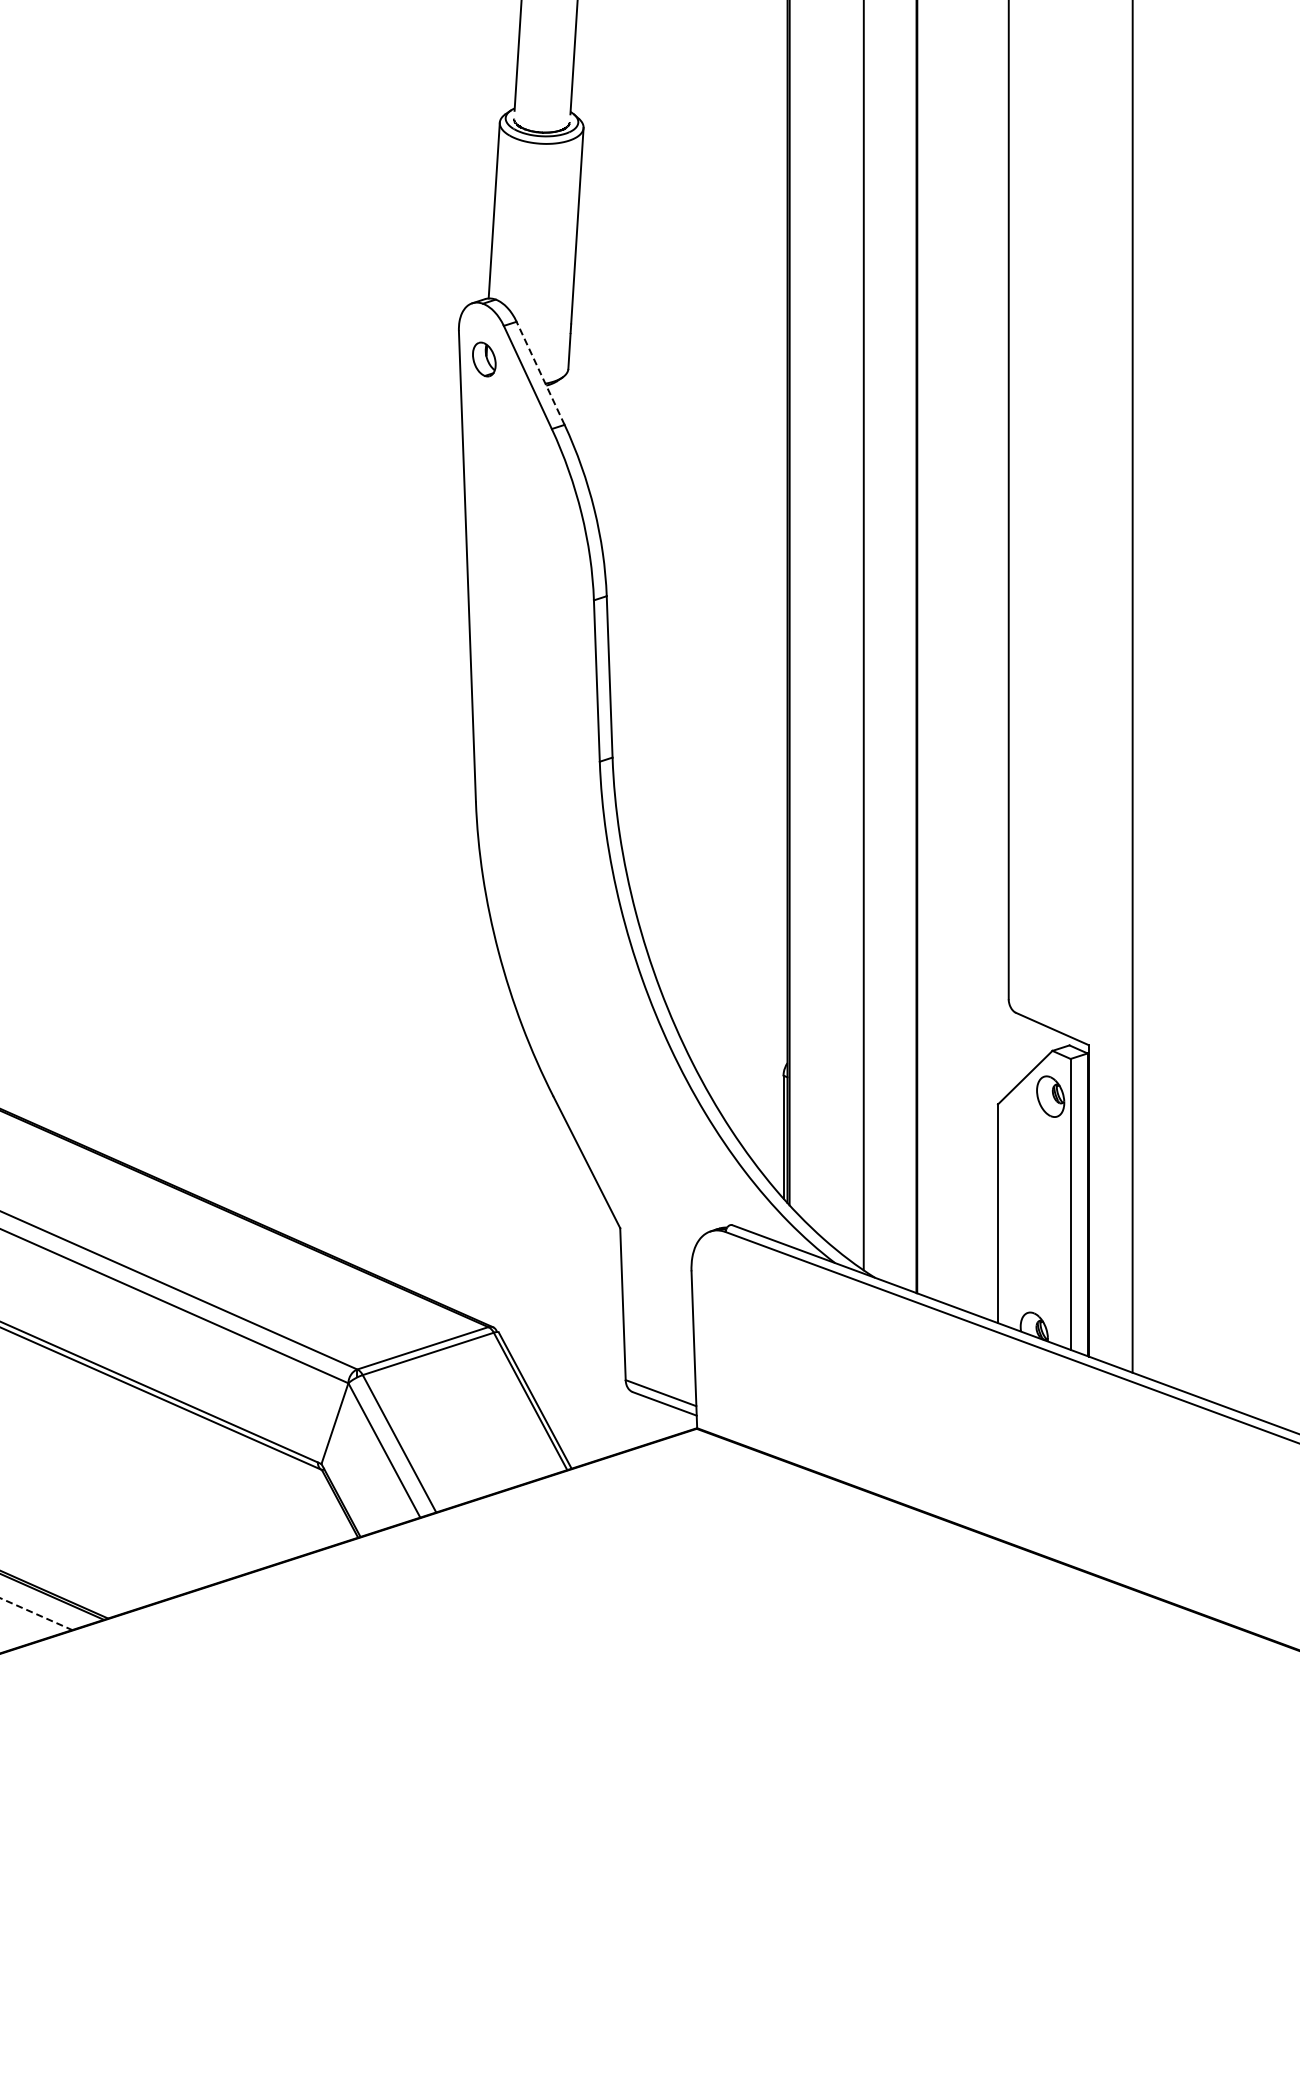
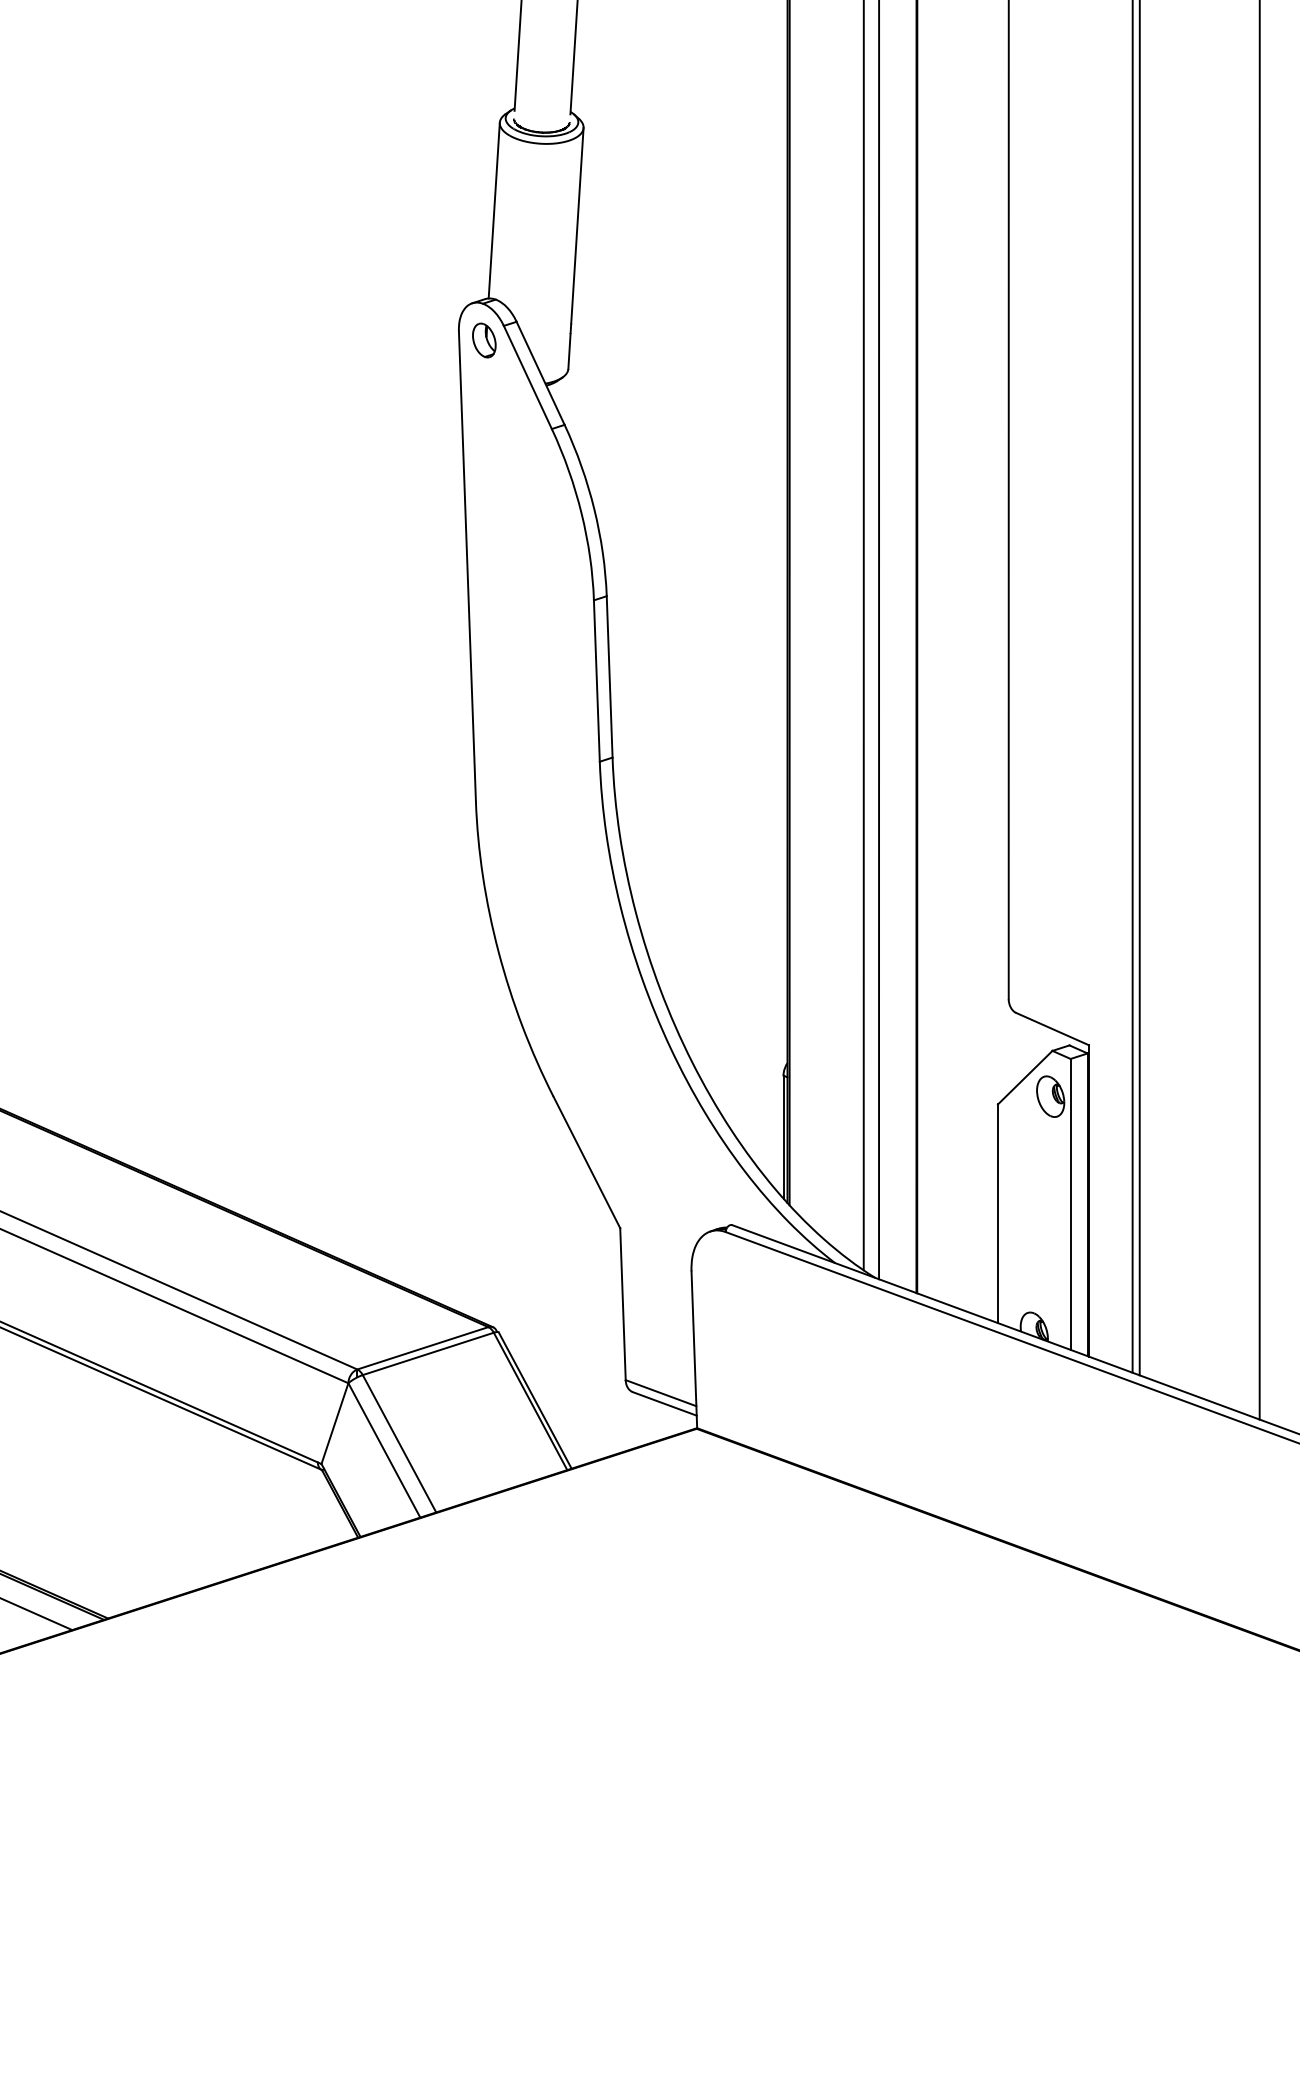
part at (484, 359) position: (484, 359) -> (484, 340)
line at (540, 373): dashed -> solid
line at (879, 640): none -> present
line at (1139, 688): none -> present
line at (1259, 710): none -> present
line at (36, 1614): dashed -> solid
